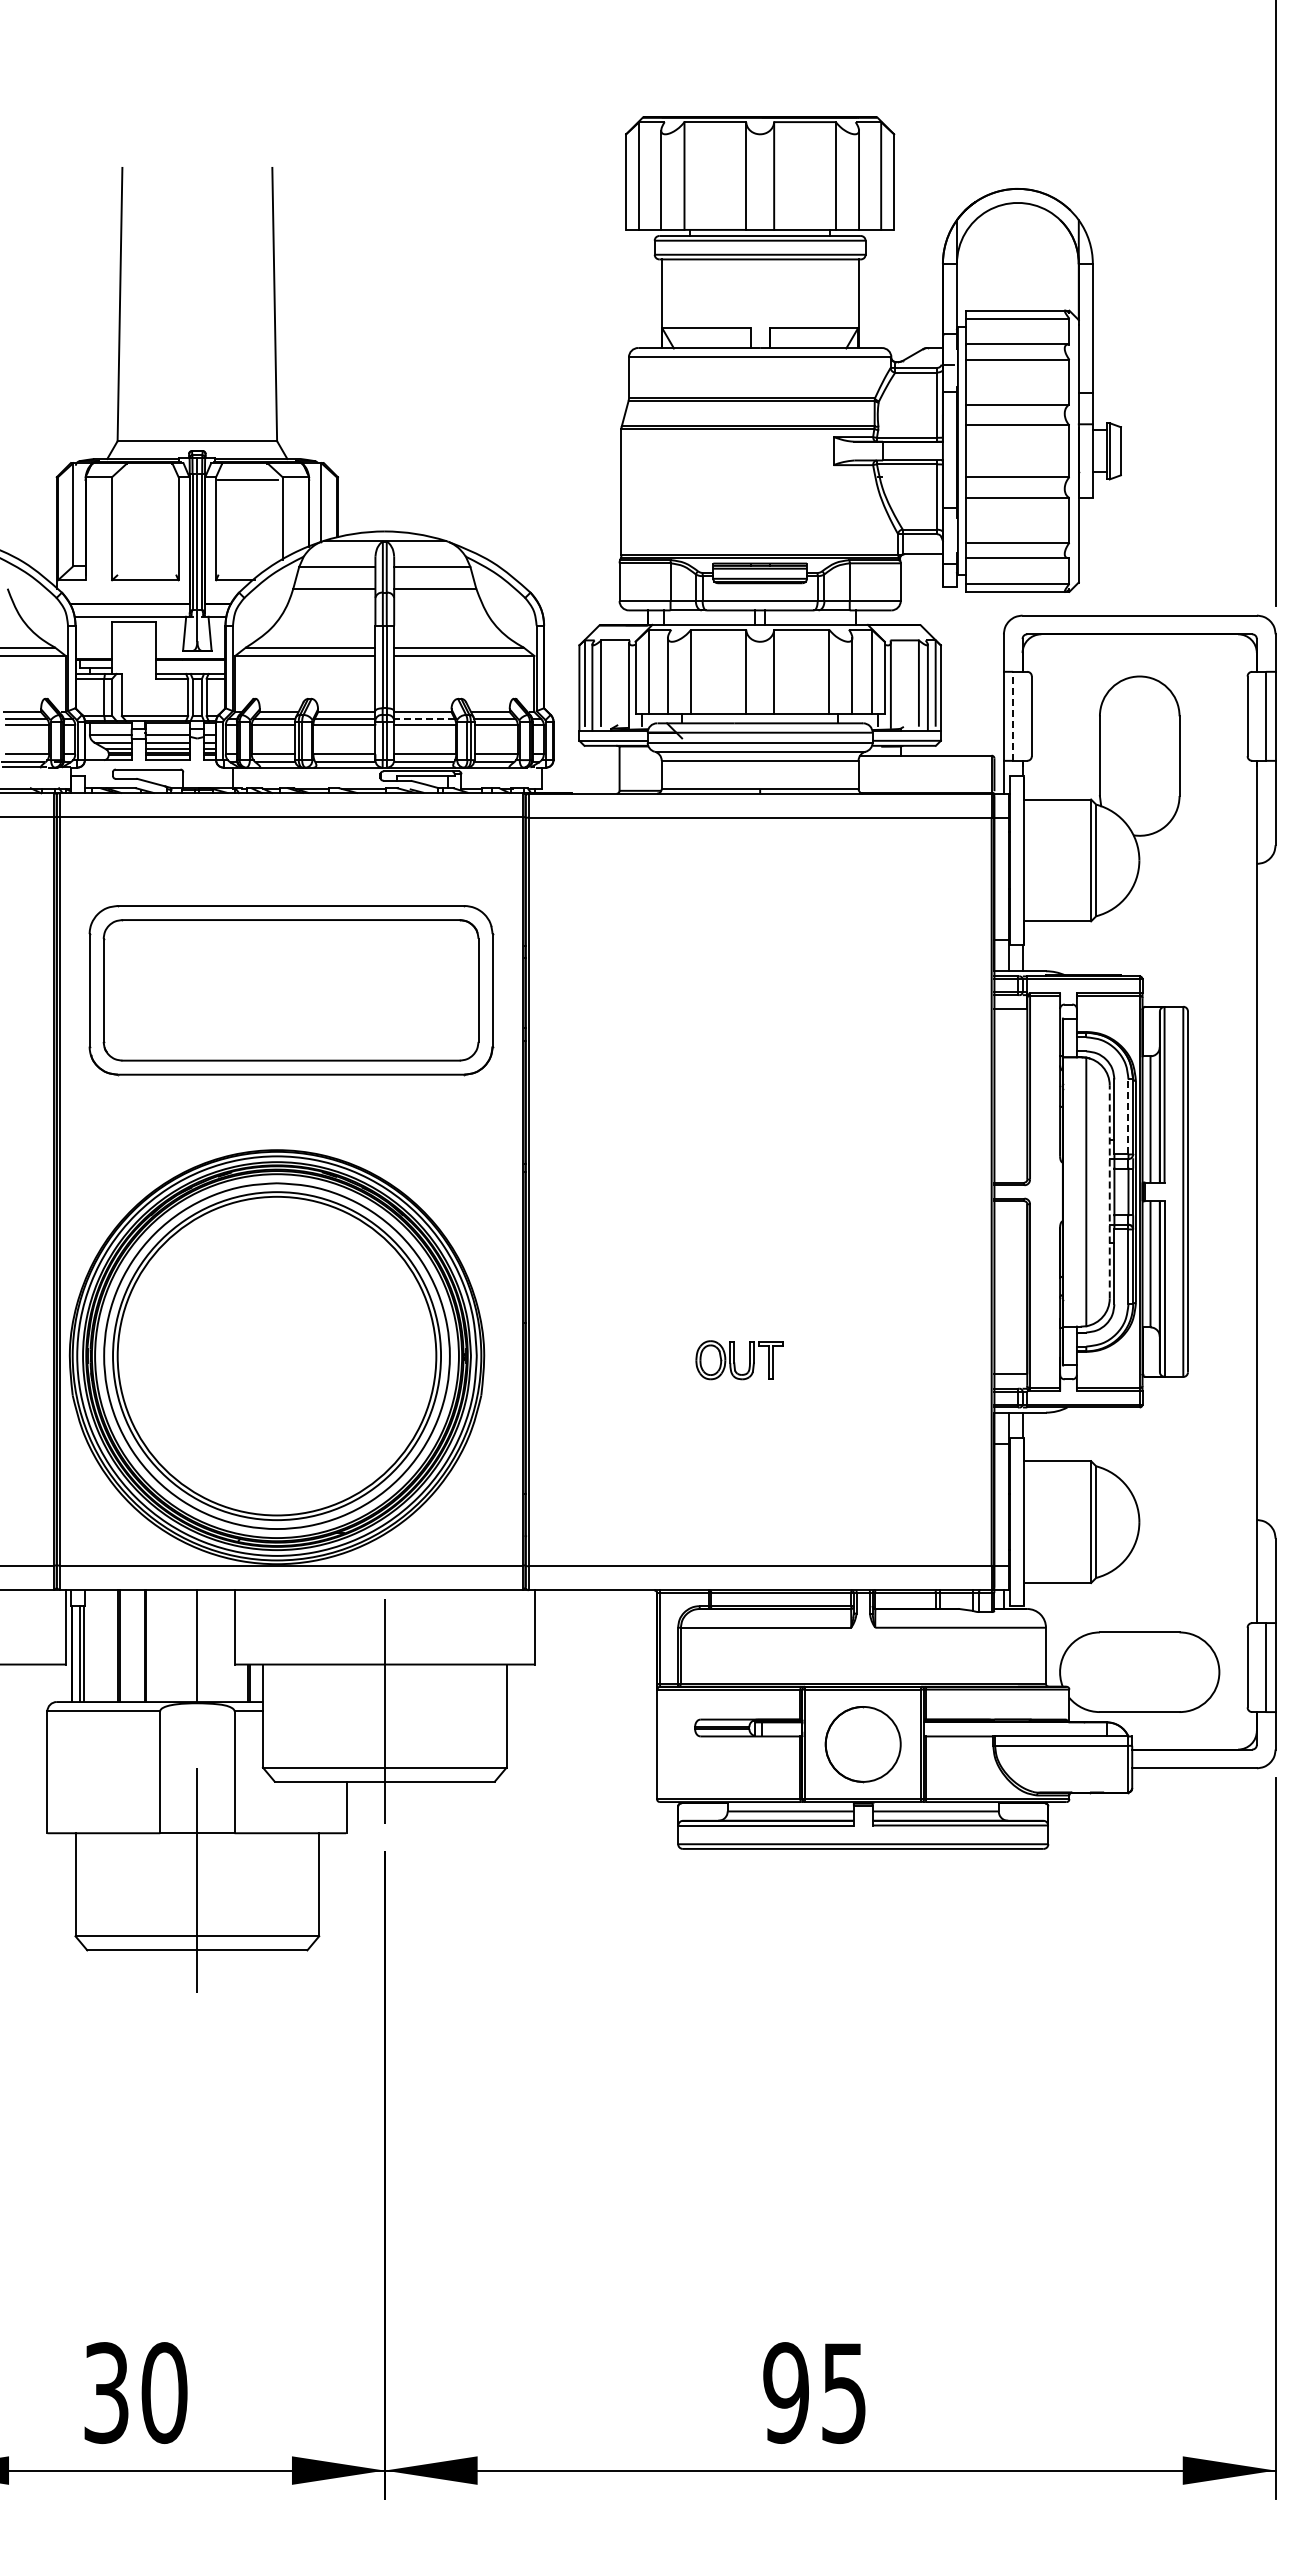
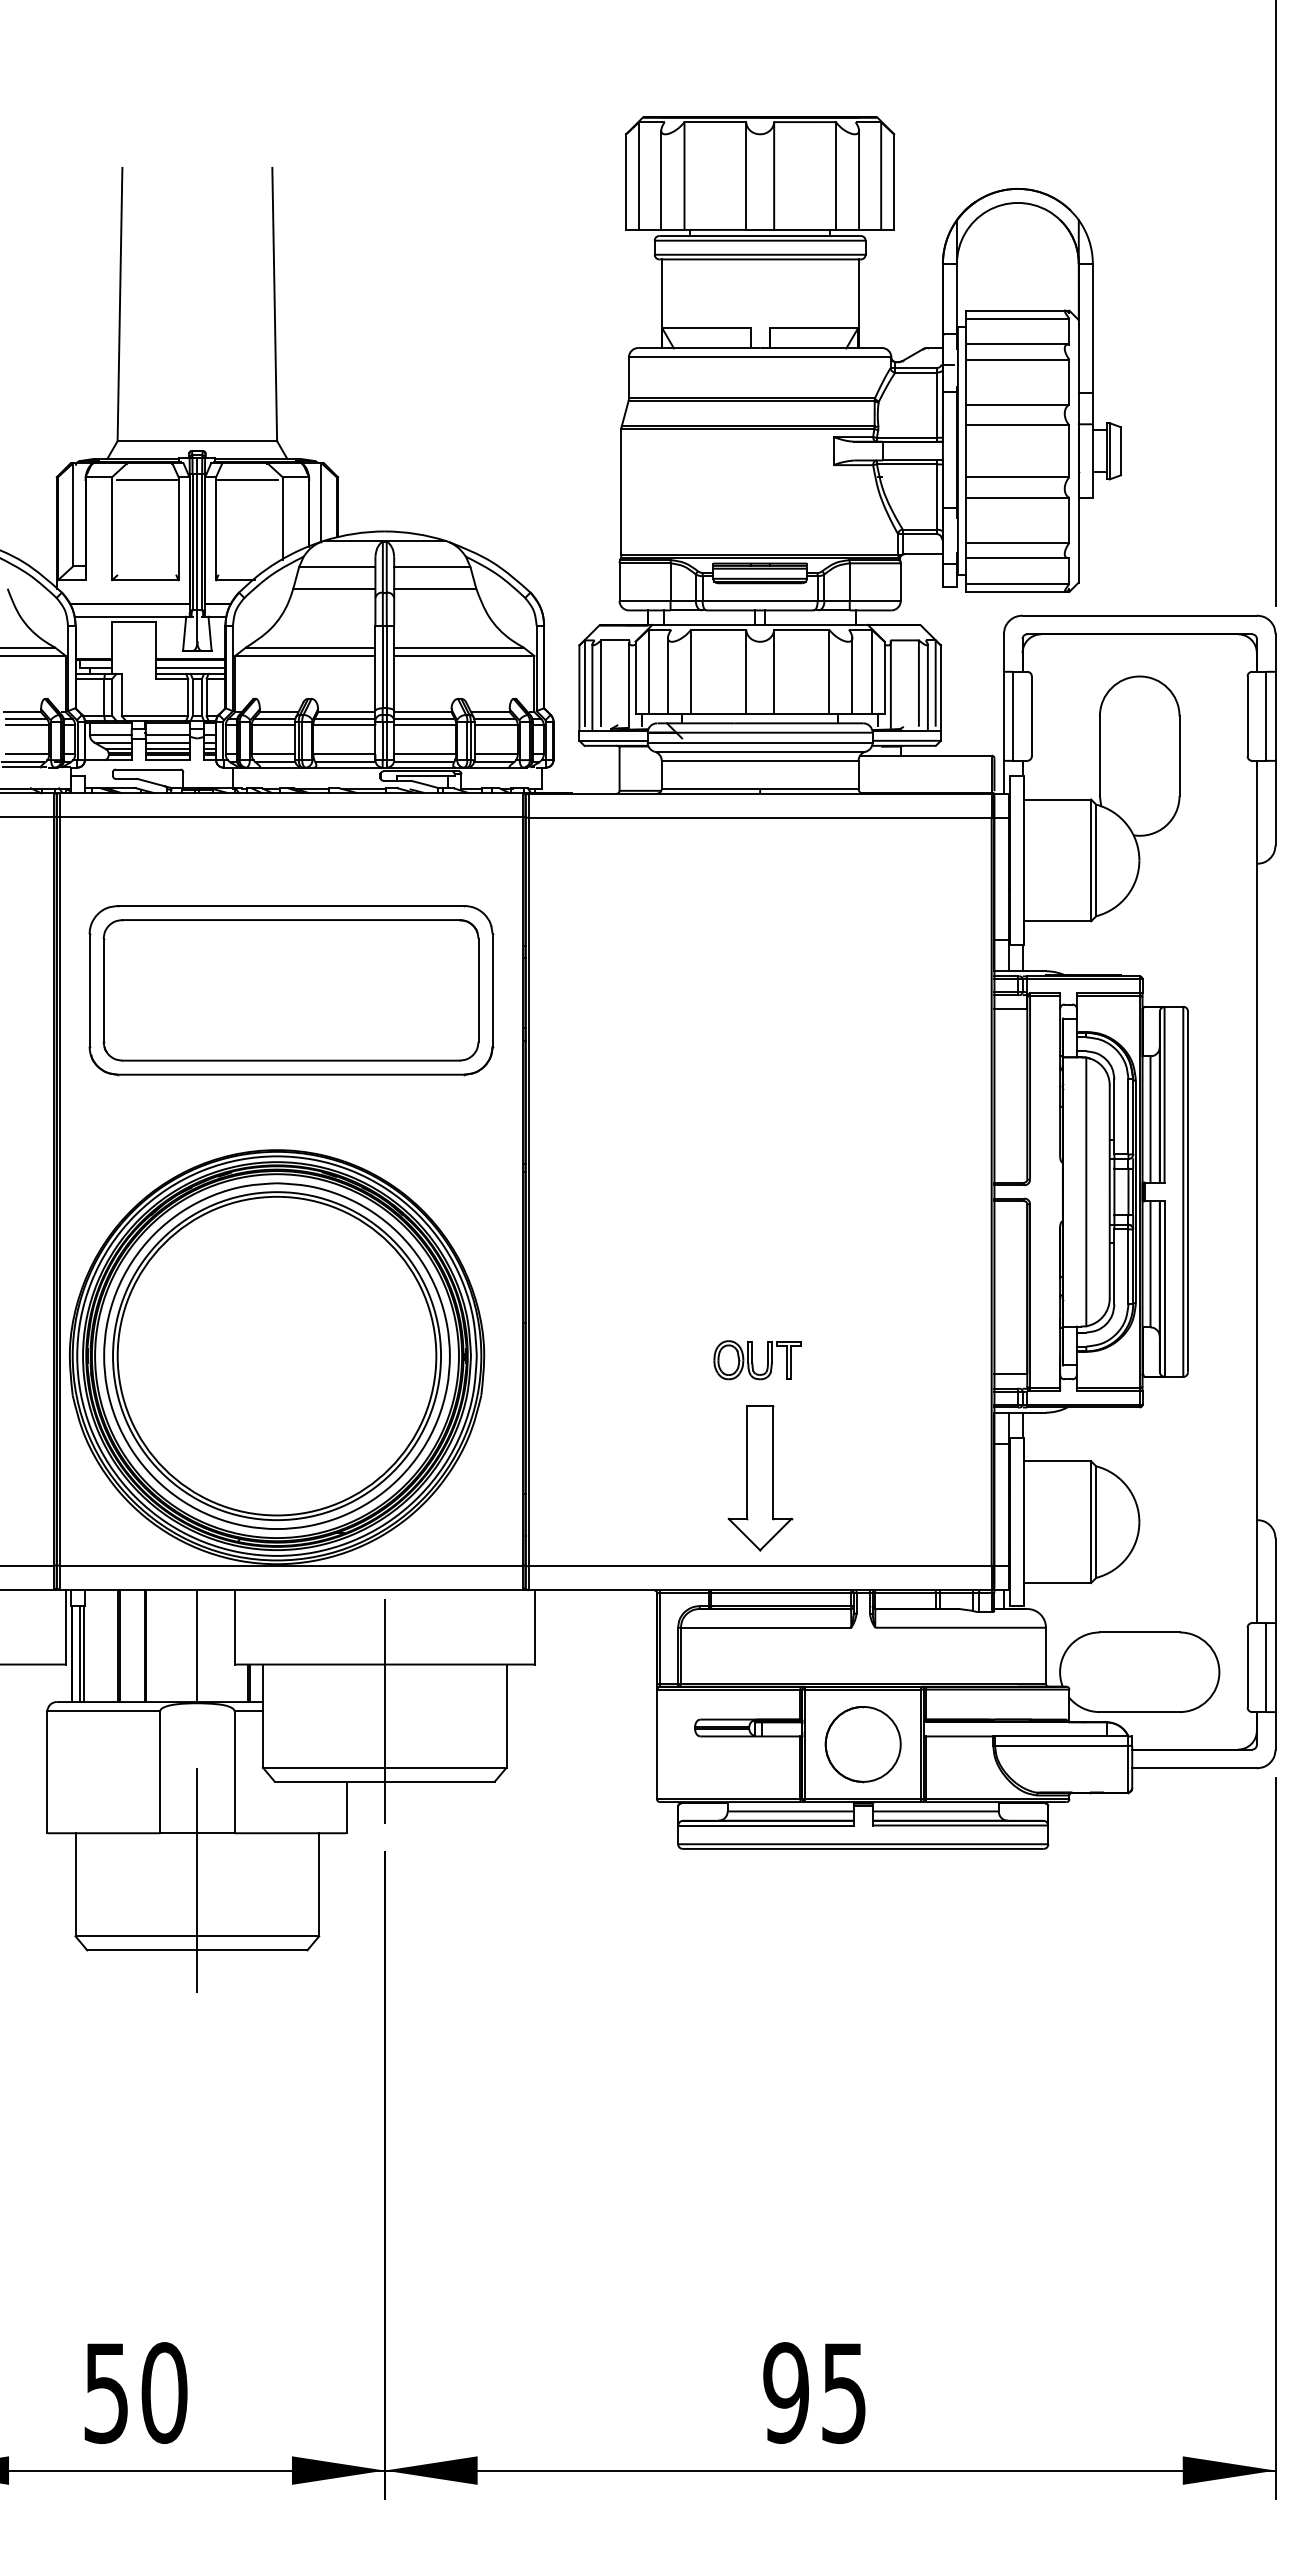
line at (146, 480): none -> present
line at (190, 668): none -> present
line at (1013, 716): dashed -> solid
line at (424, 718): dashed -> solid
line at (1128, 1116): dashed -> solid
line at (1109, 1191): dashed -> solid
part at (739, 1360) position: (739, 1360) -> (757, 1360)
part at (760, 1478): none -> present
text at (106, 2392): 30 -> 50
